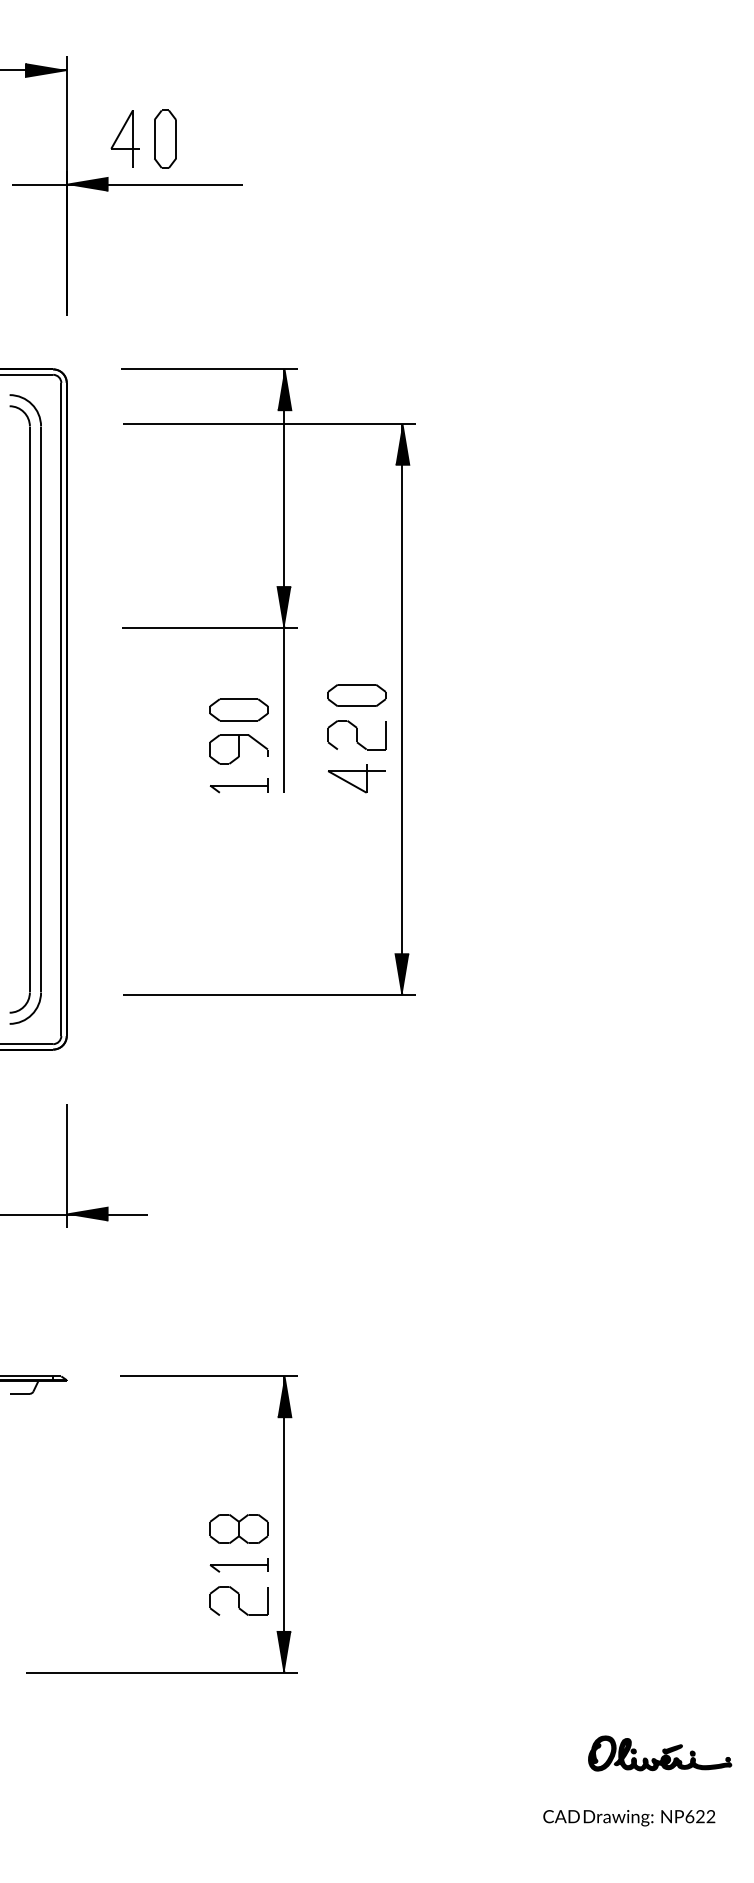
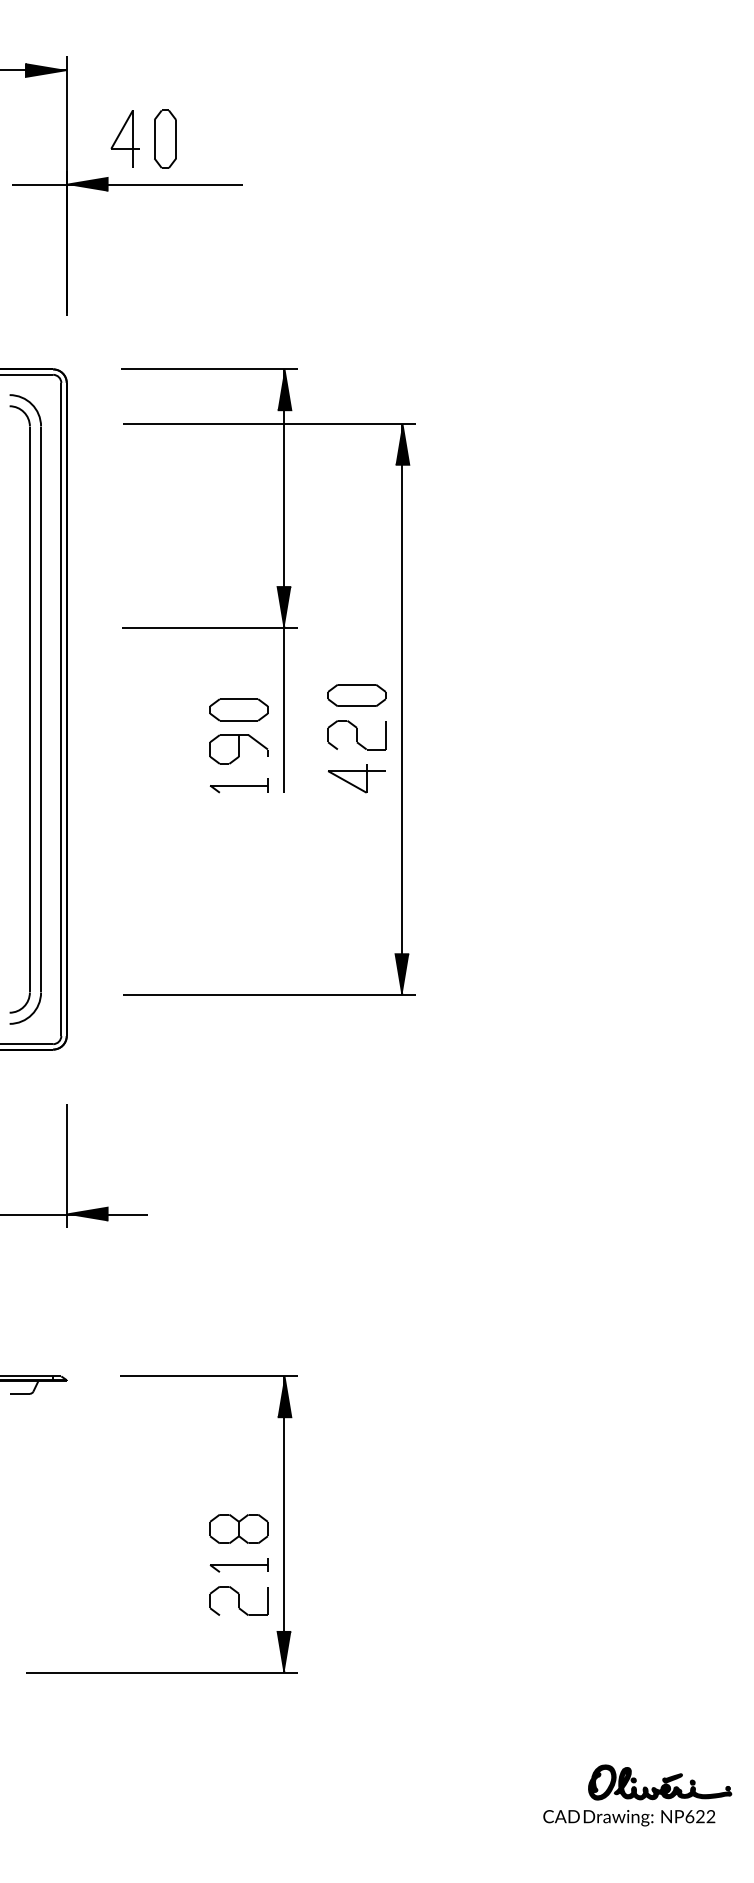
part at (660, 1753) position: (660, 1753) -> (660, 1782)
